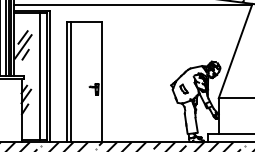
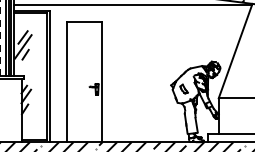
line at (0, 37): solid -> dashed
line at (39, 76): present -> none
line at (70, 81): present -> none
